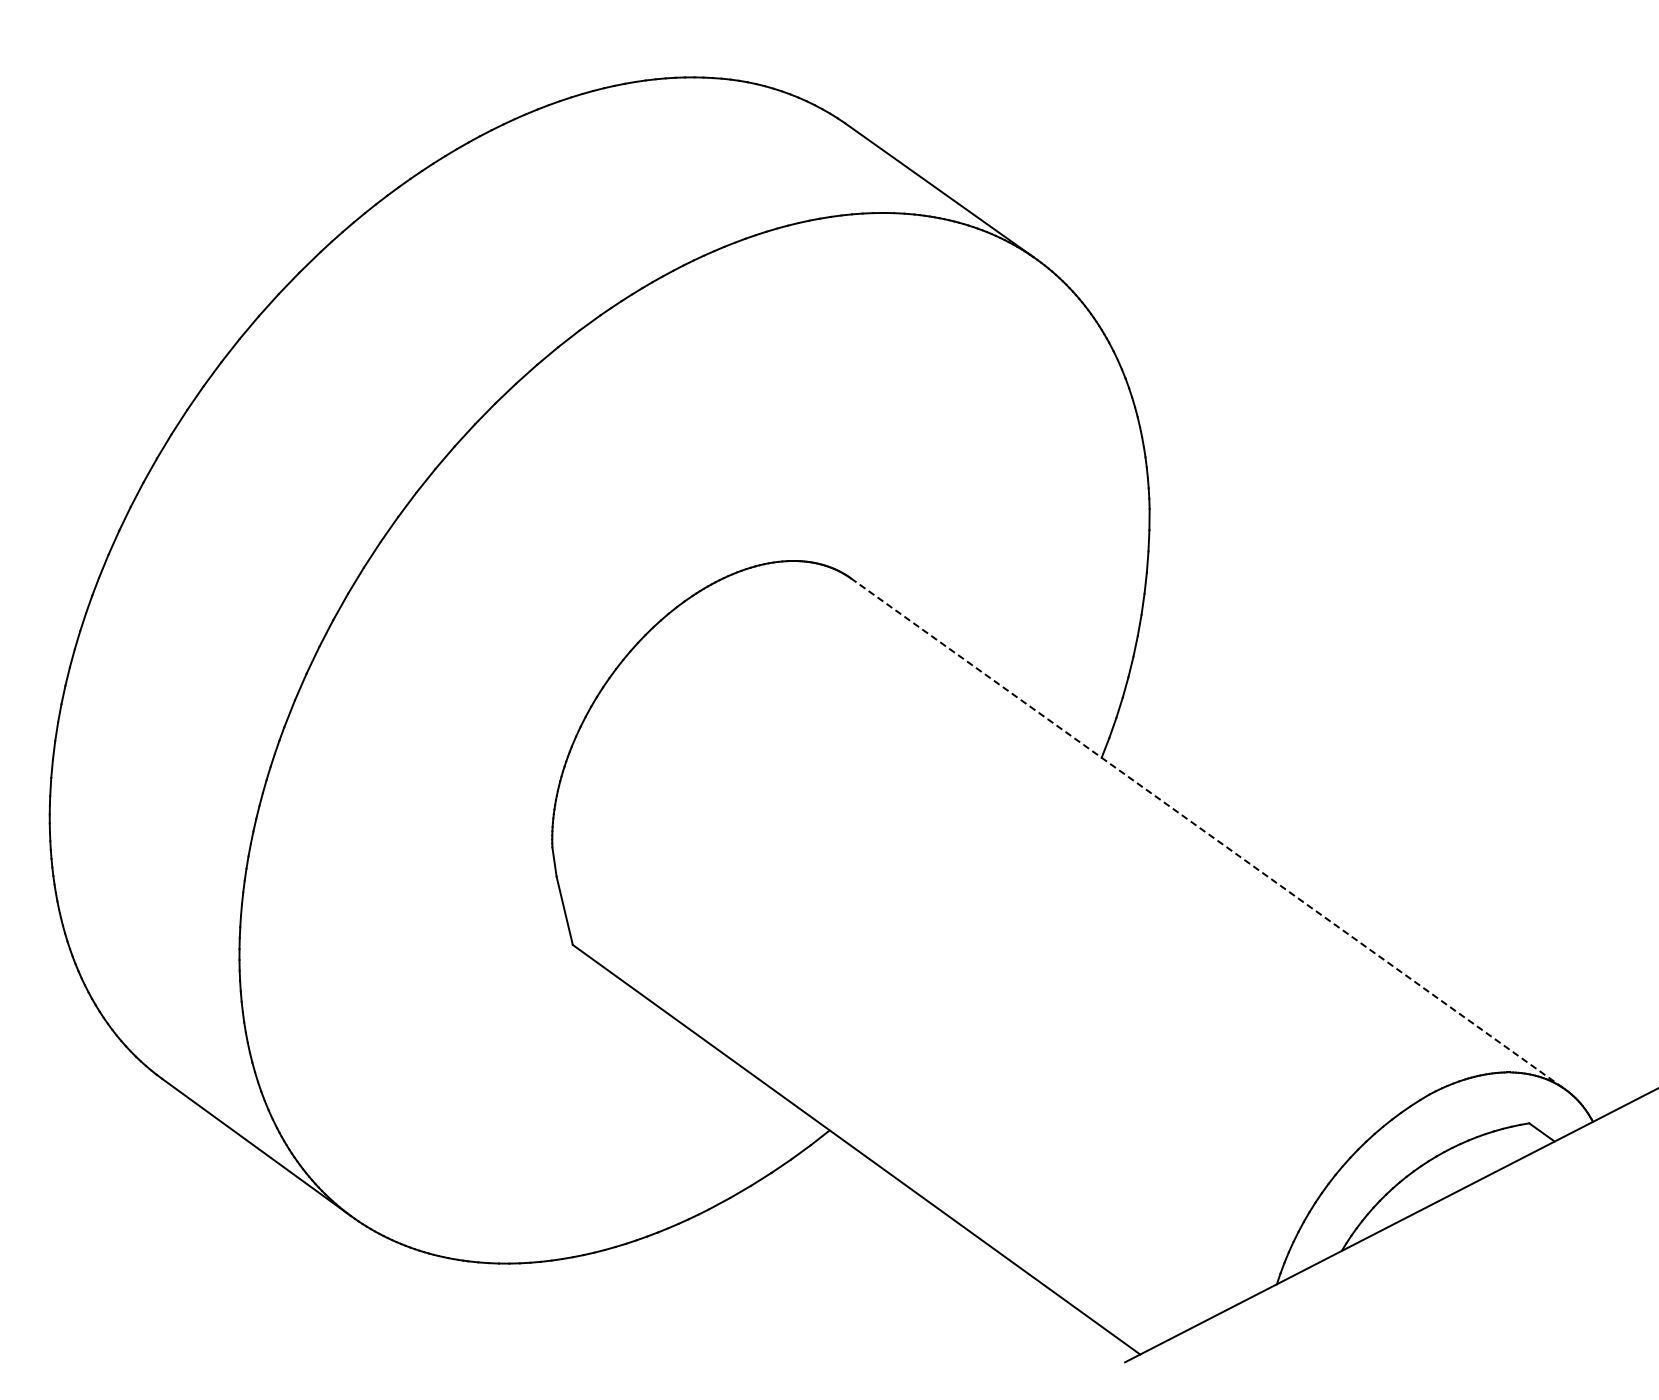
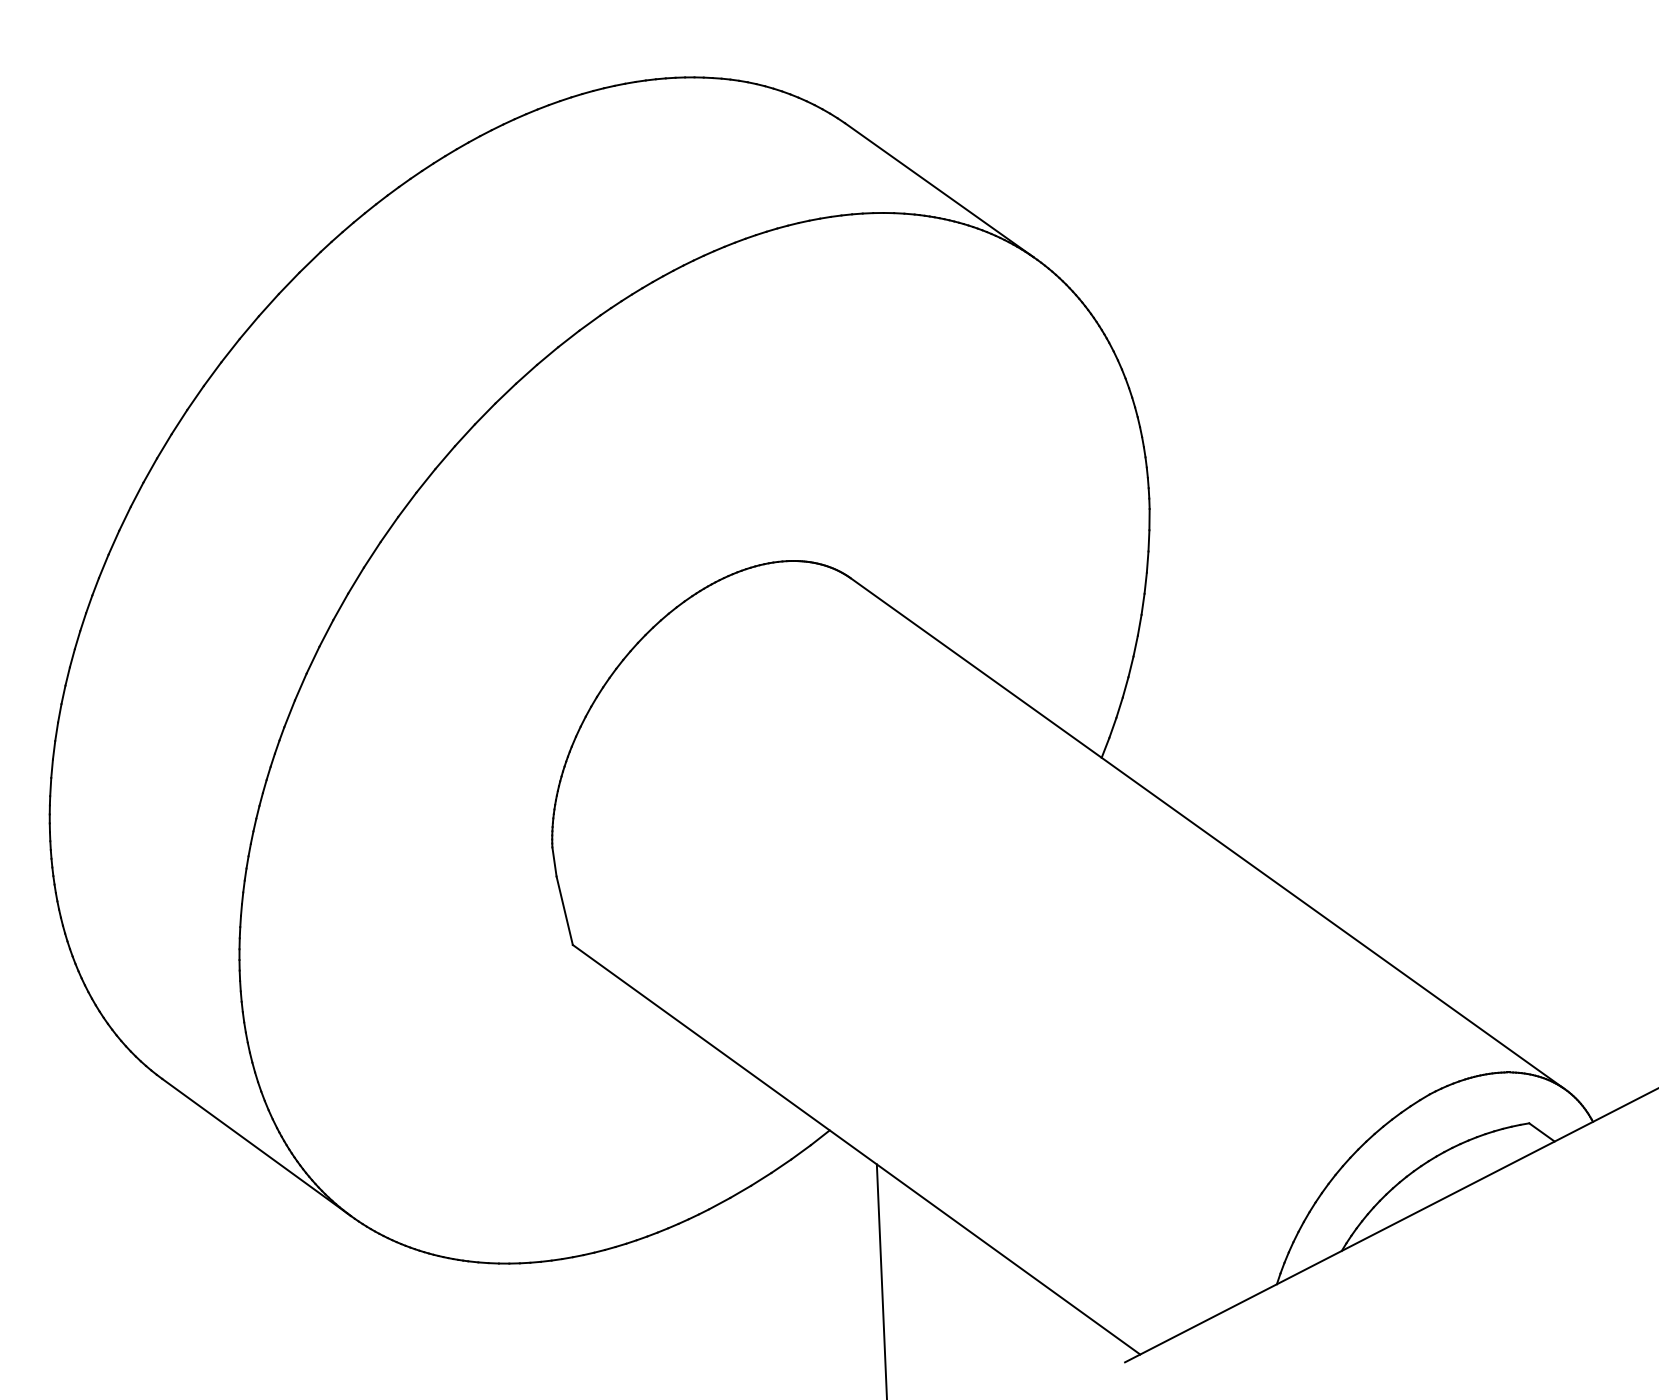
line at (1207, 833): dashed -> solid
line at (881, 1280): none -> present
